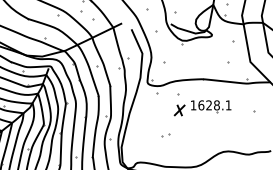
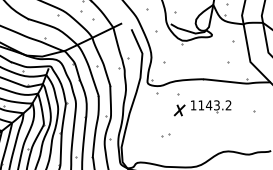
text at (214, 105): 1628.1 -> 1143.2
